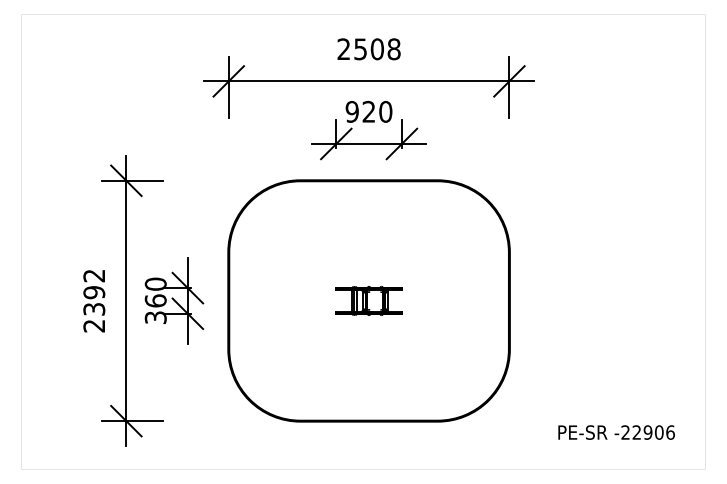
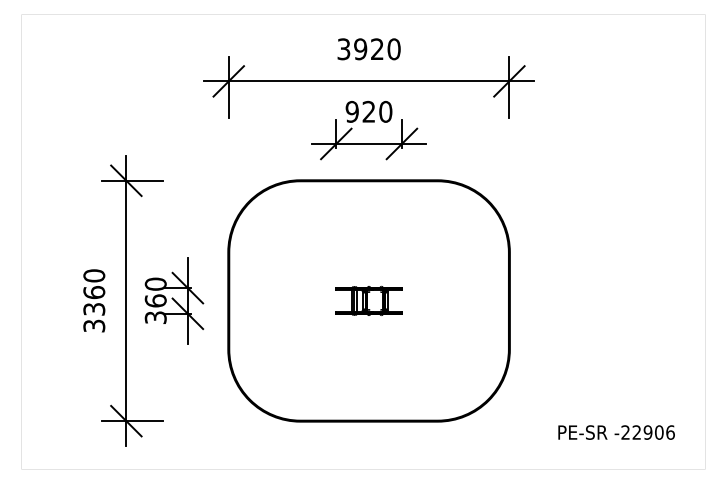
text at (368, 49): 2508 -> 3920
text at (94, 300): 2392 -> 3360
